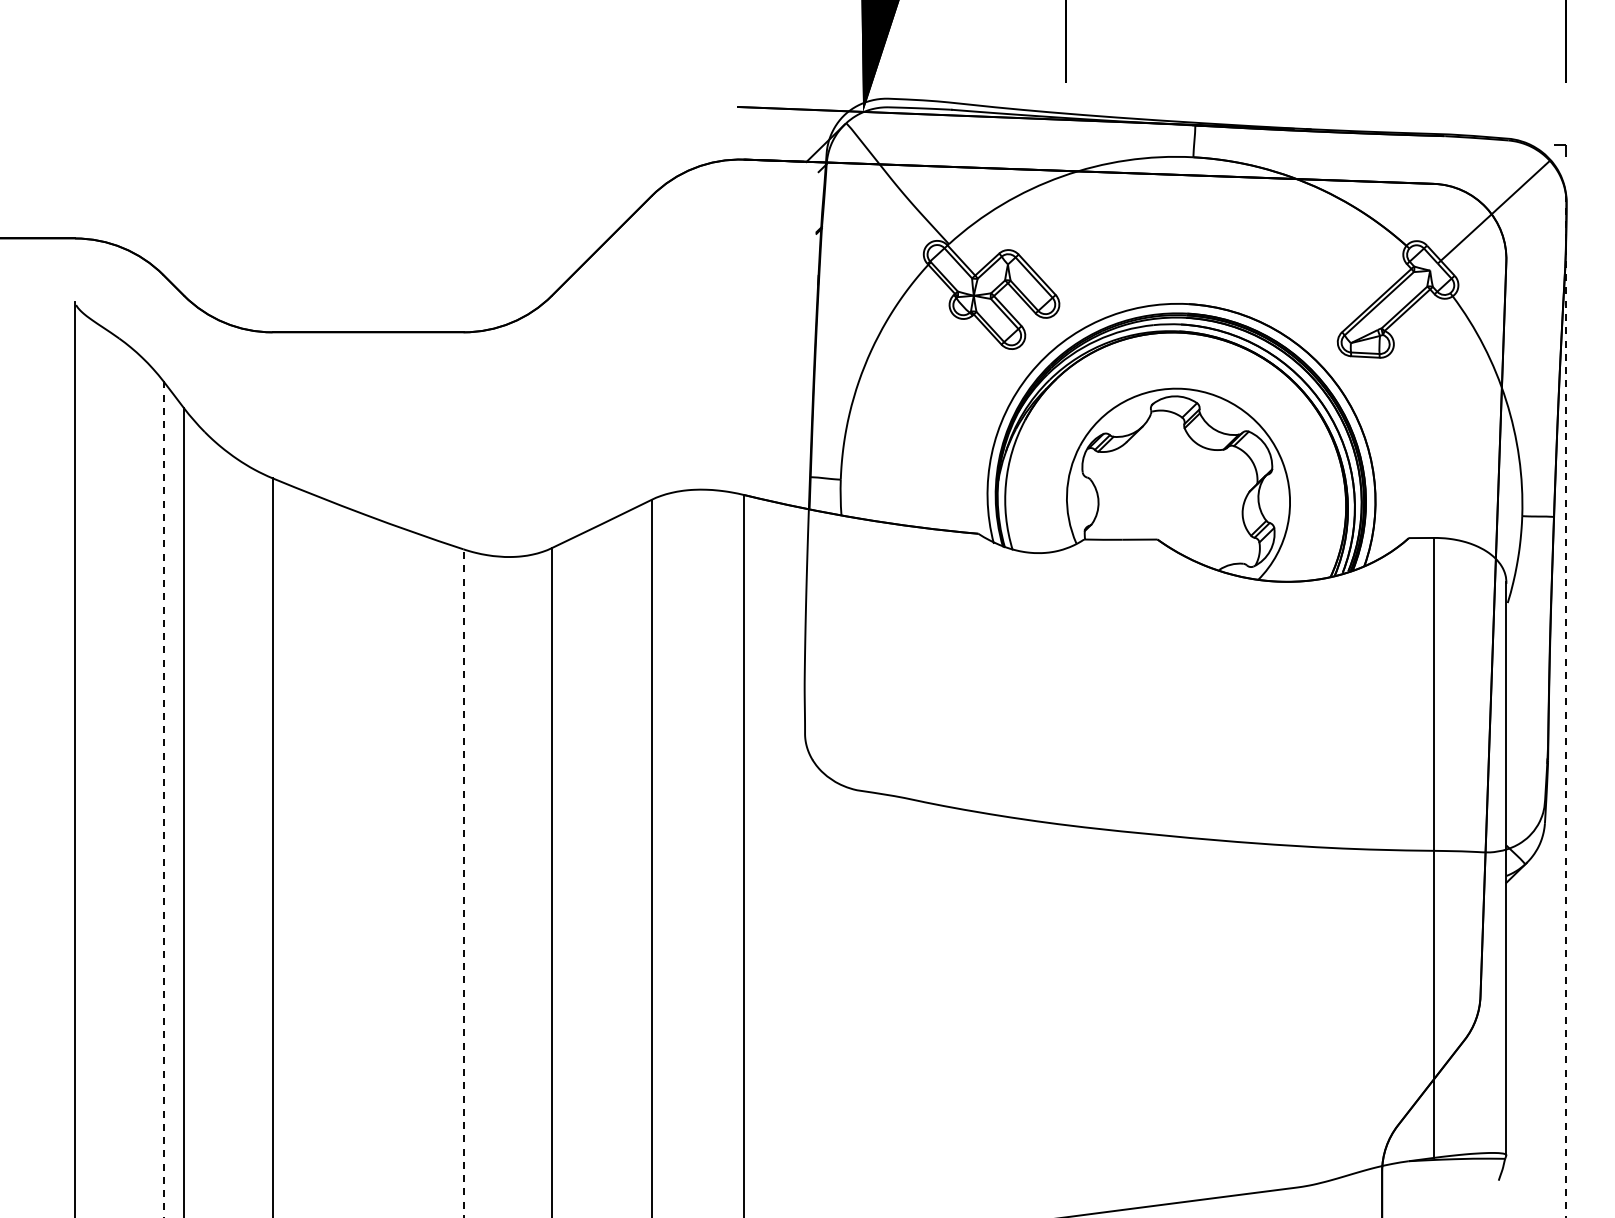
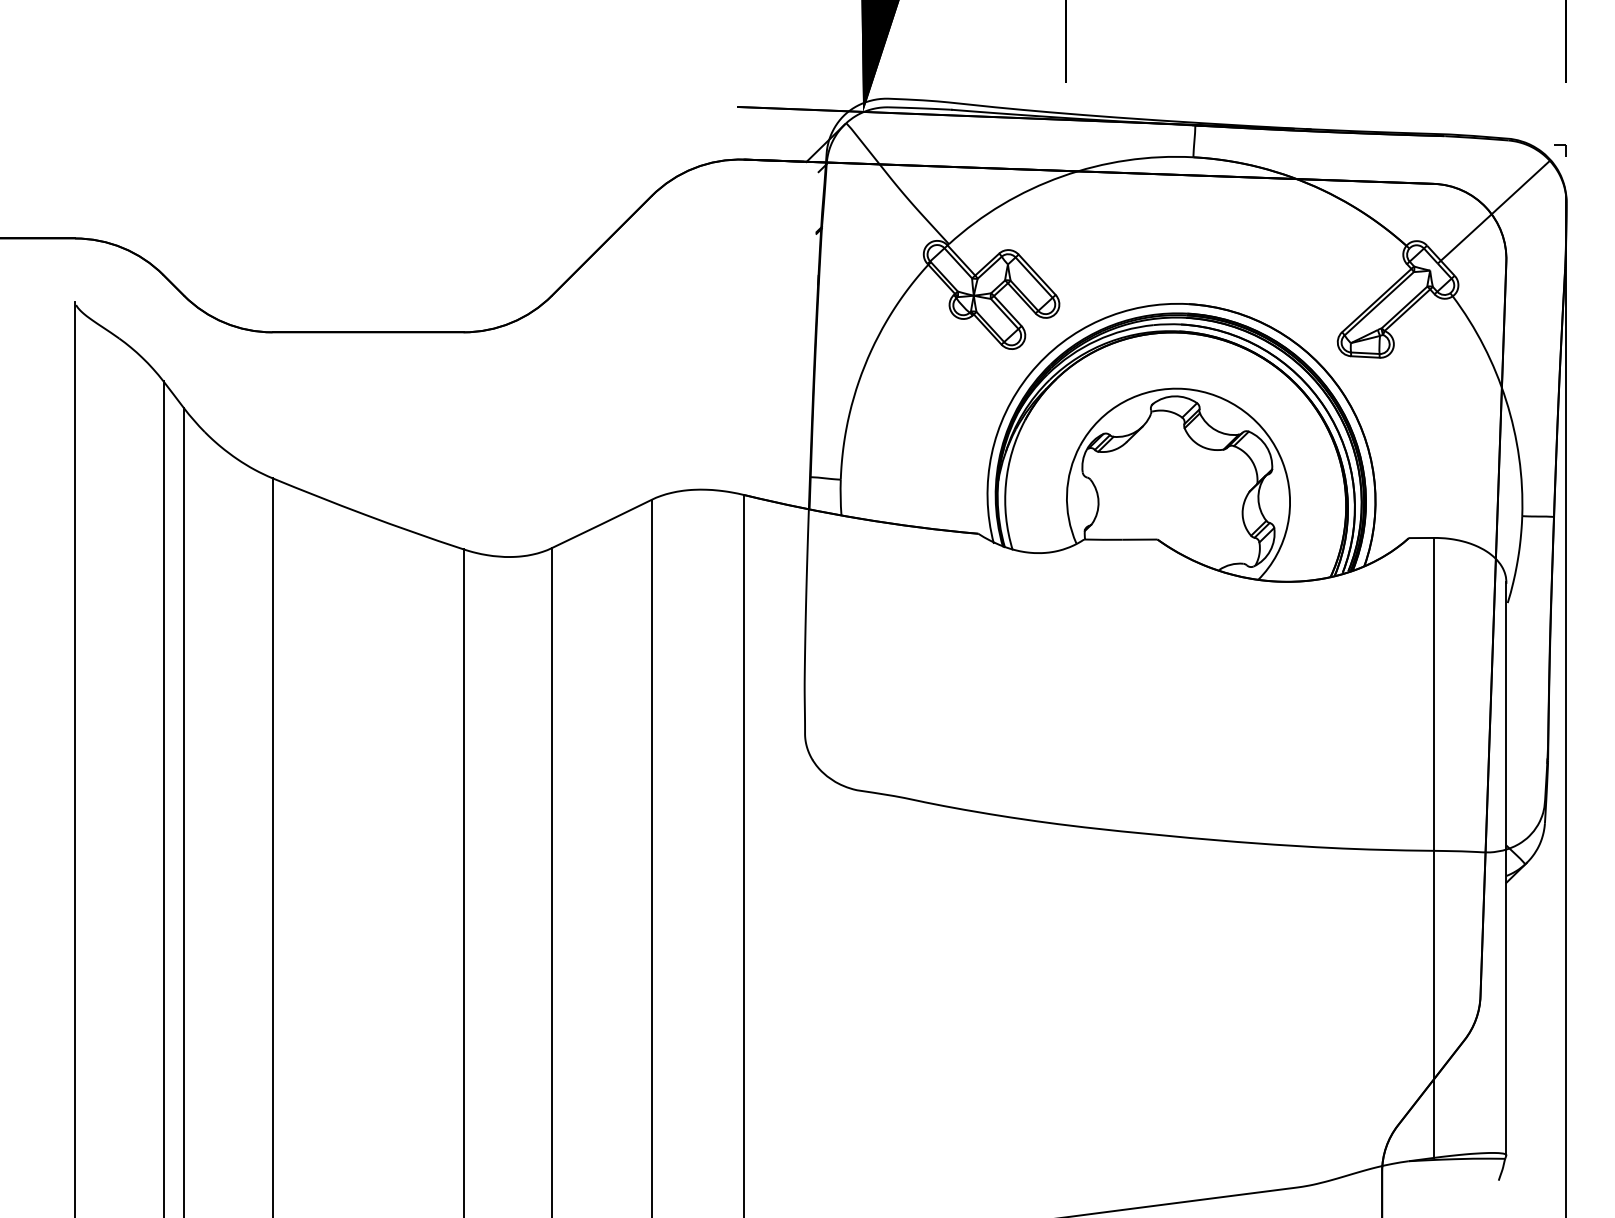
line at (1566, 706): dashed -> solid
line at (163, 799): dashed -> solid
line at (463, 883): dashed -> solid
